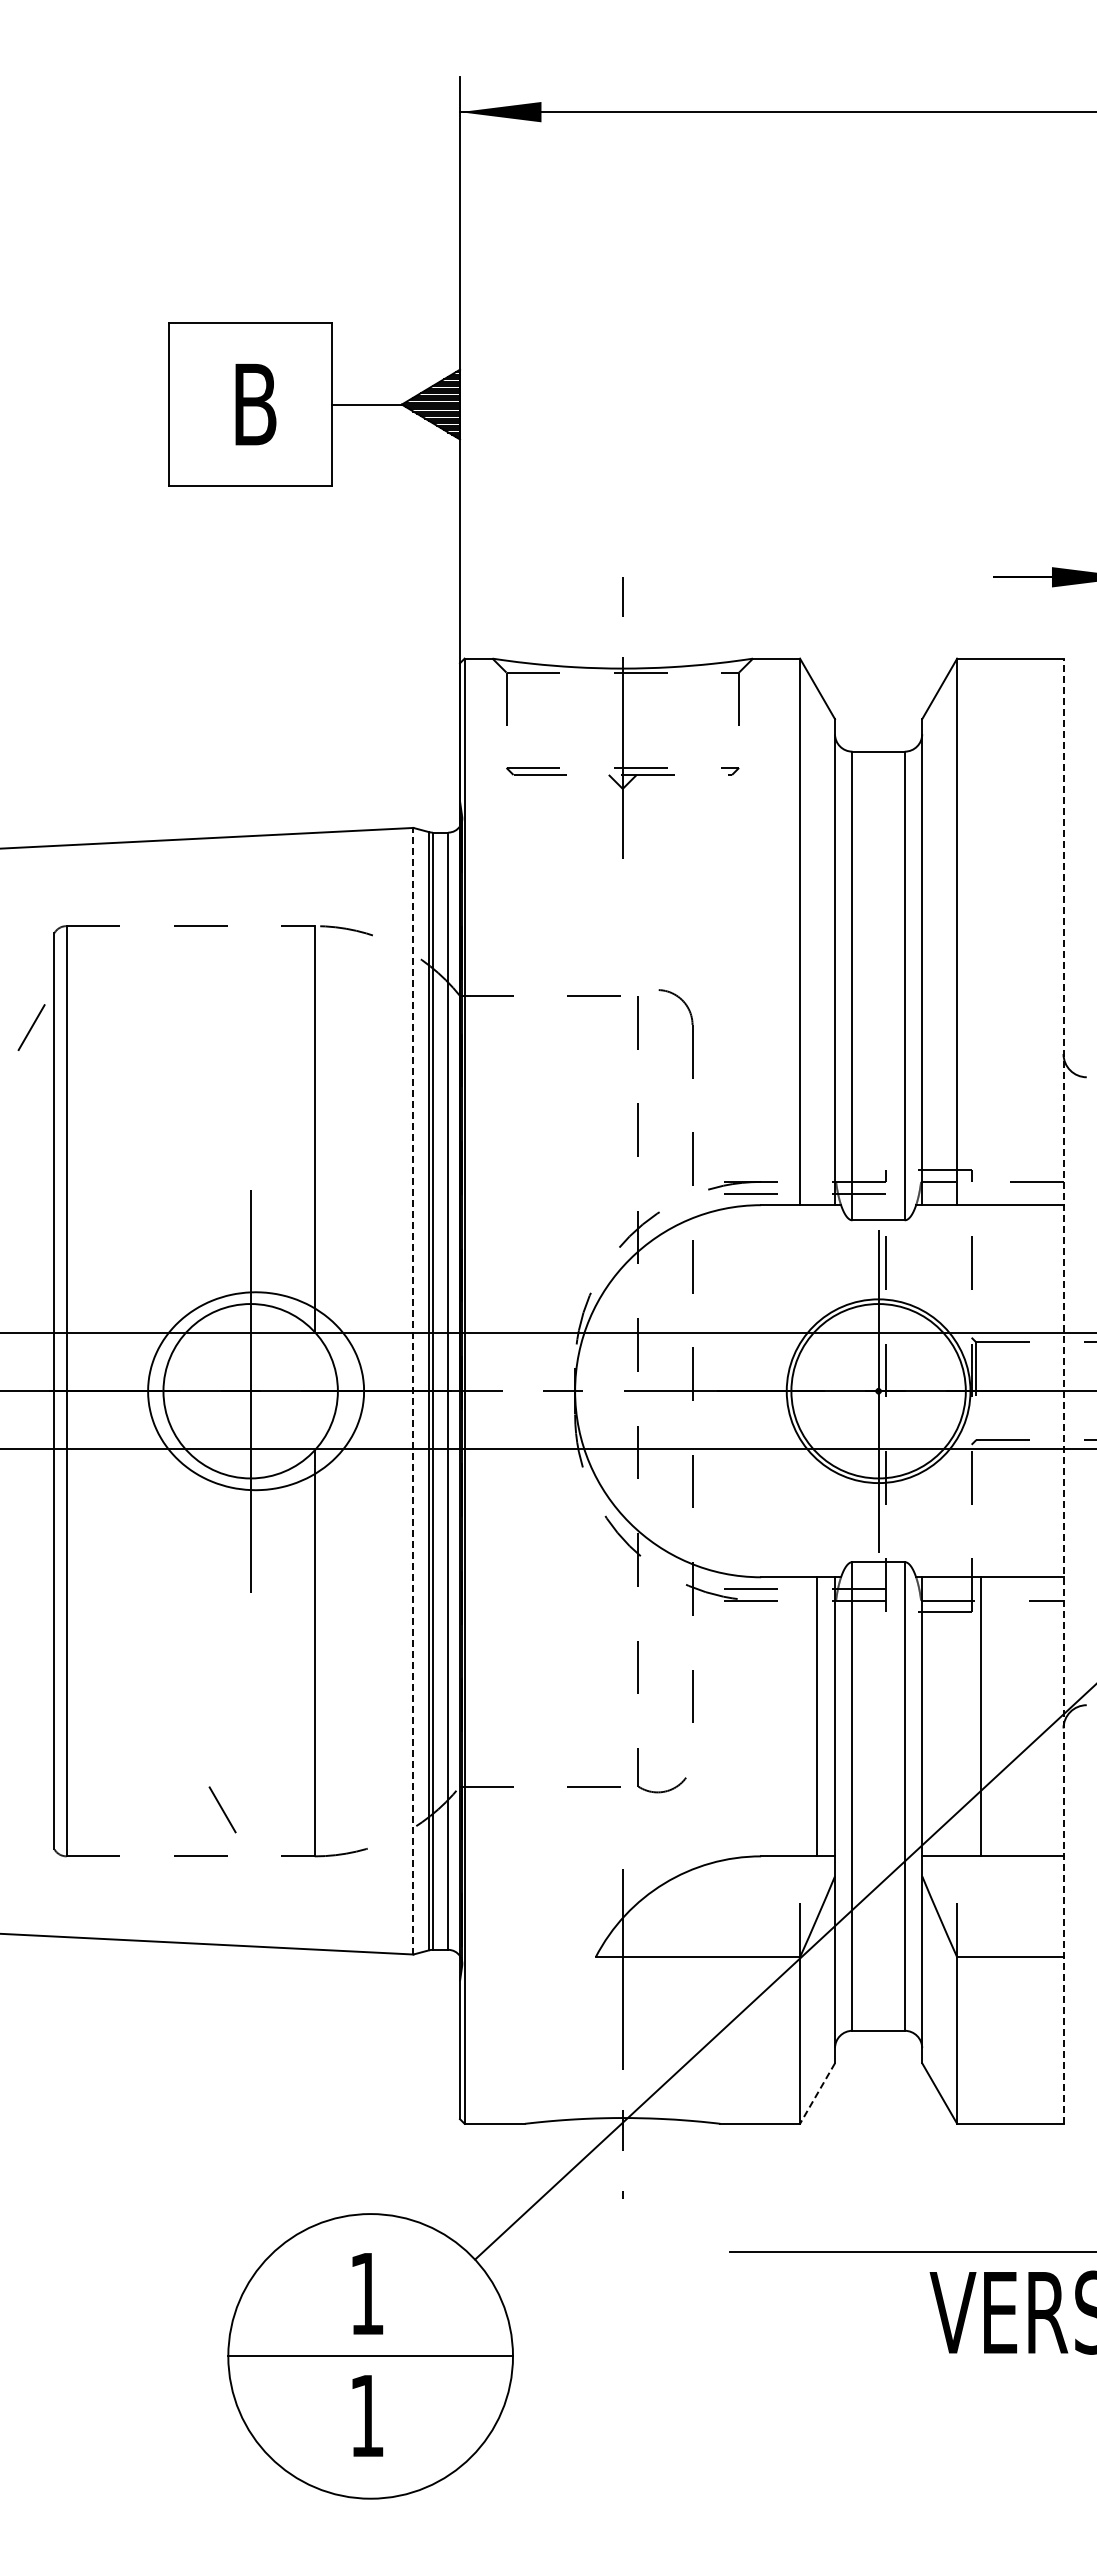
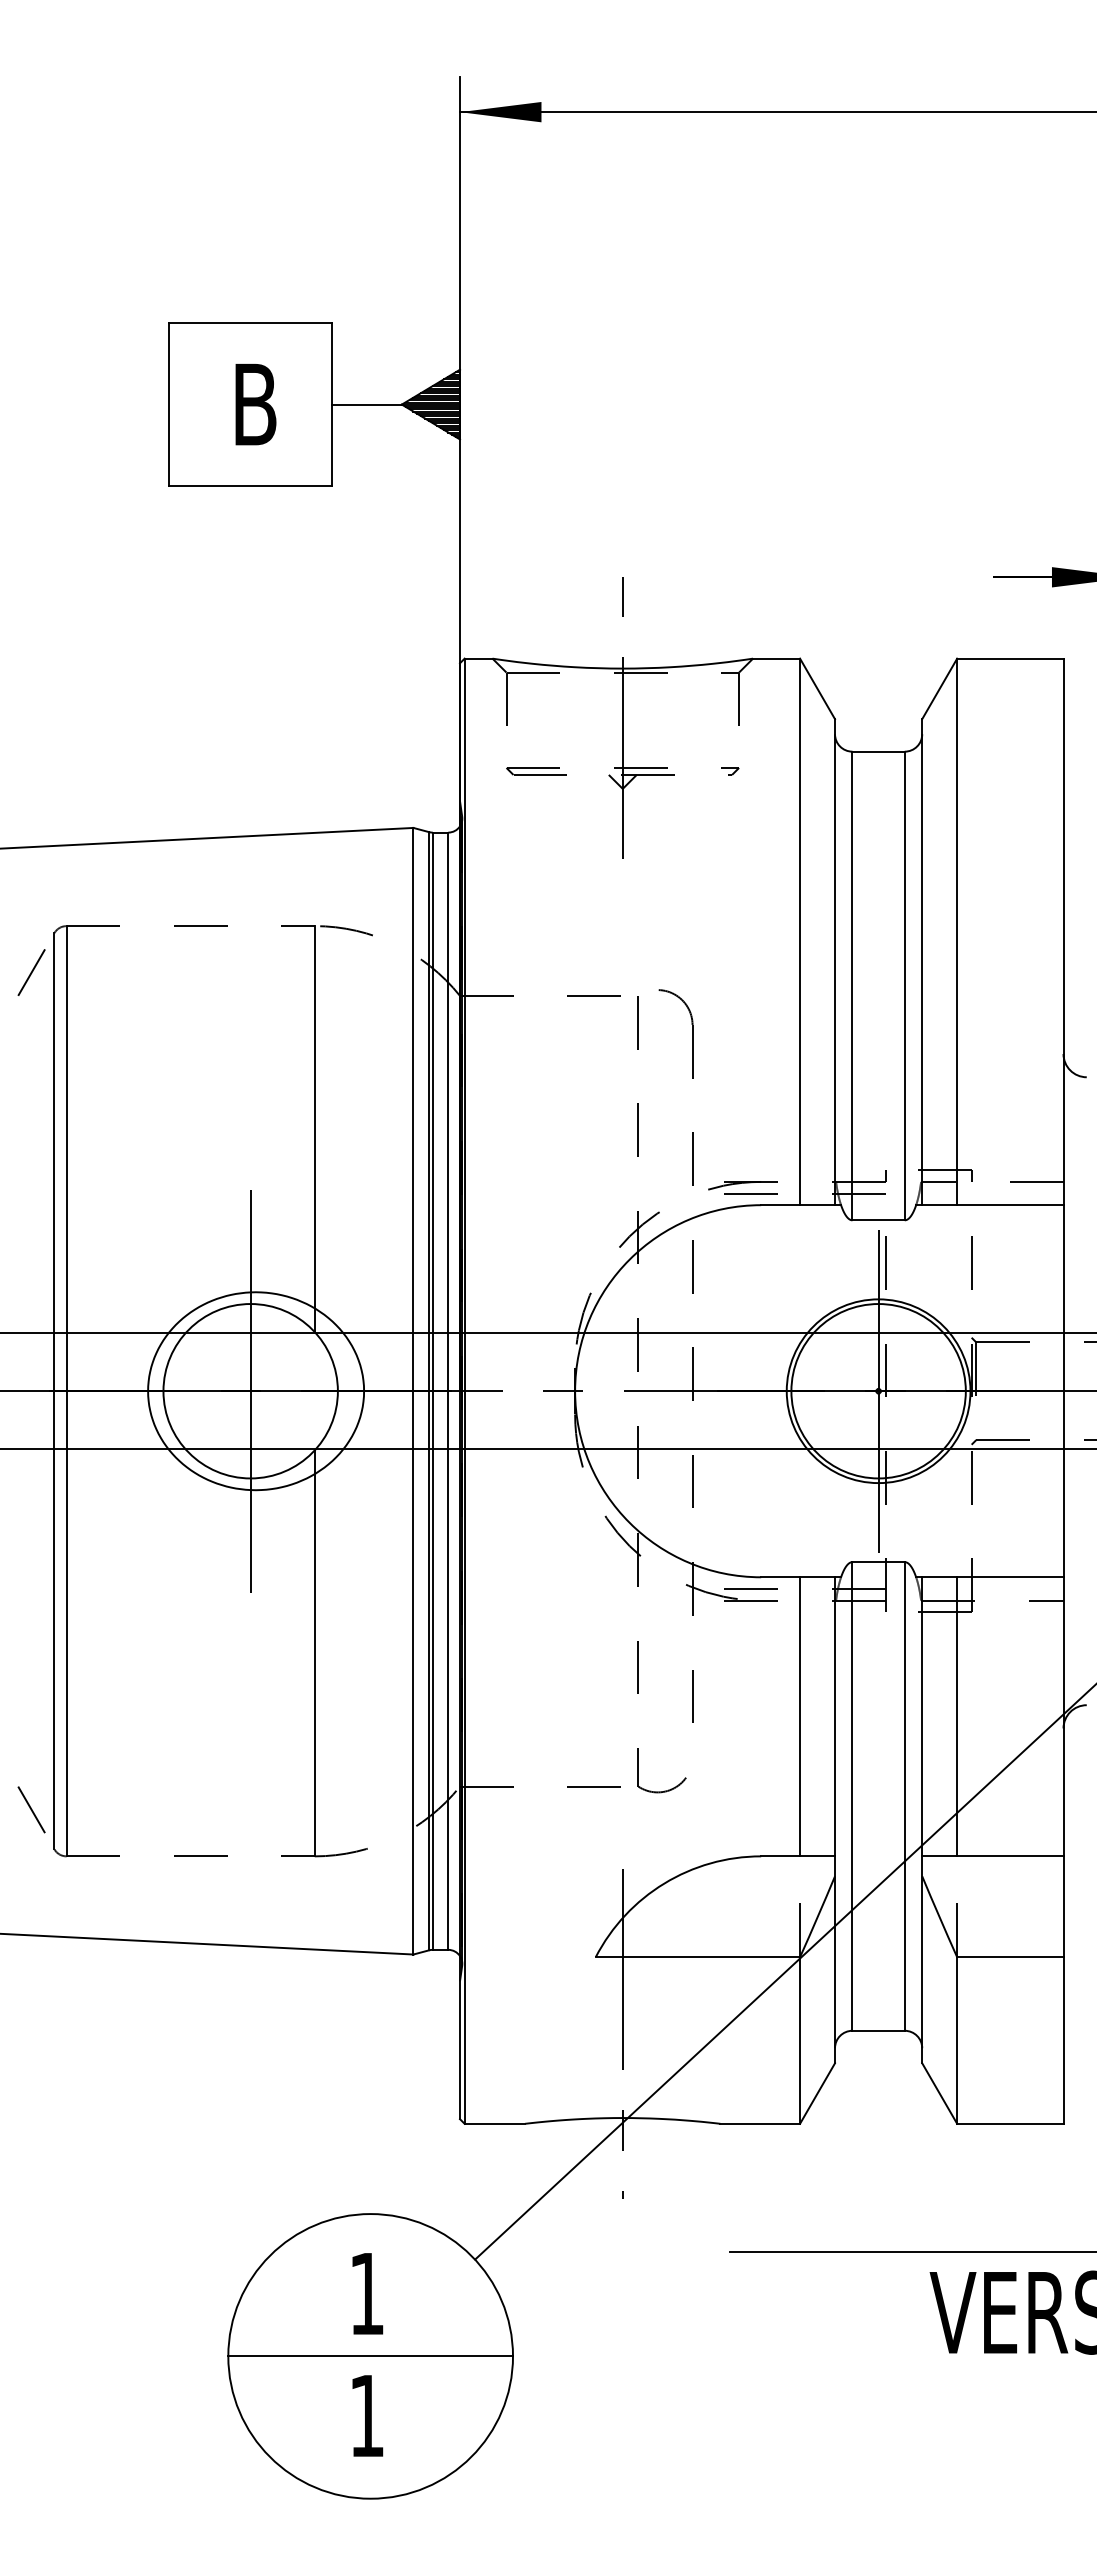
line at (31, 1027) position: (31, 1027) -> (31, 972)
line at (413, 1390): dashed -> solid
line at (1063, 1391): dashed -> solid
line at (817, 1716) position: (817, 1716) -> (800, 1716)
line at (981, 1716) position: (981, 1716) -> (957, 1716)
line at (222, 1809) position: (222, 1809) -> (31, 1809)
line at (817, 2093): dashed -> solid
